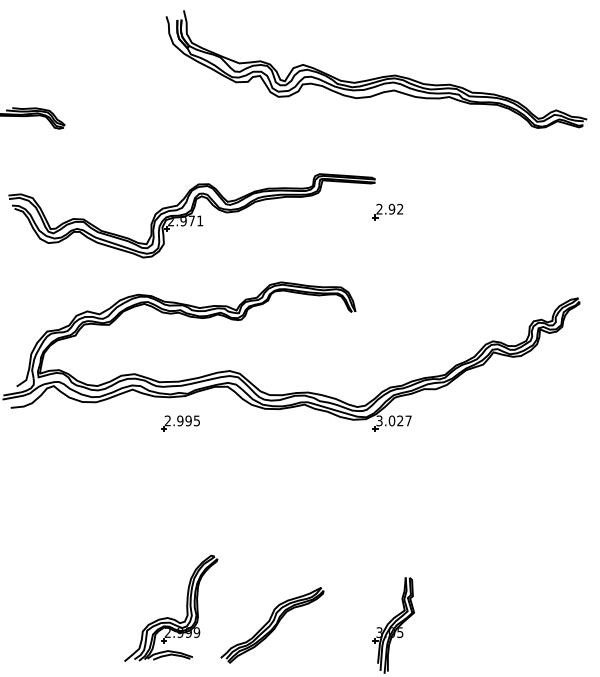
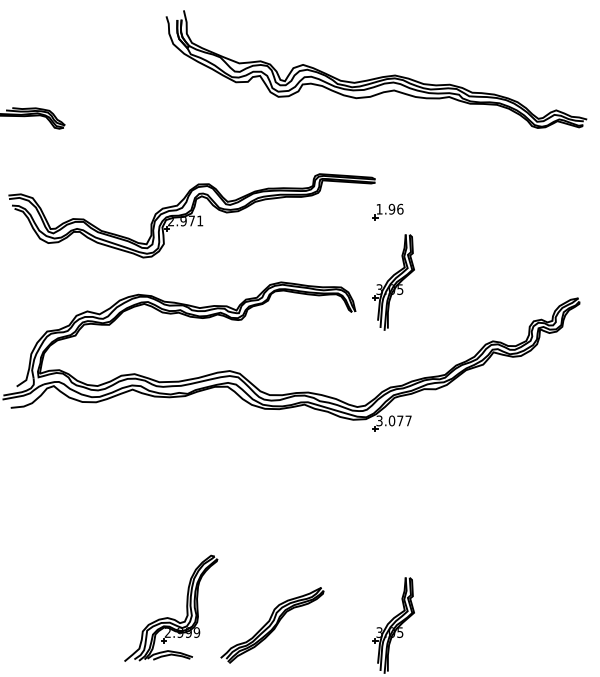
text at (389, 208): 2.92 -> 1.96
part at (393, 282): none -> present
text at (400, 420): 3.027 -> 3.077
part at (180, 423): present -> none
